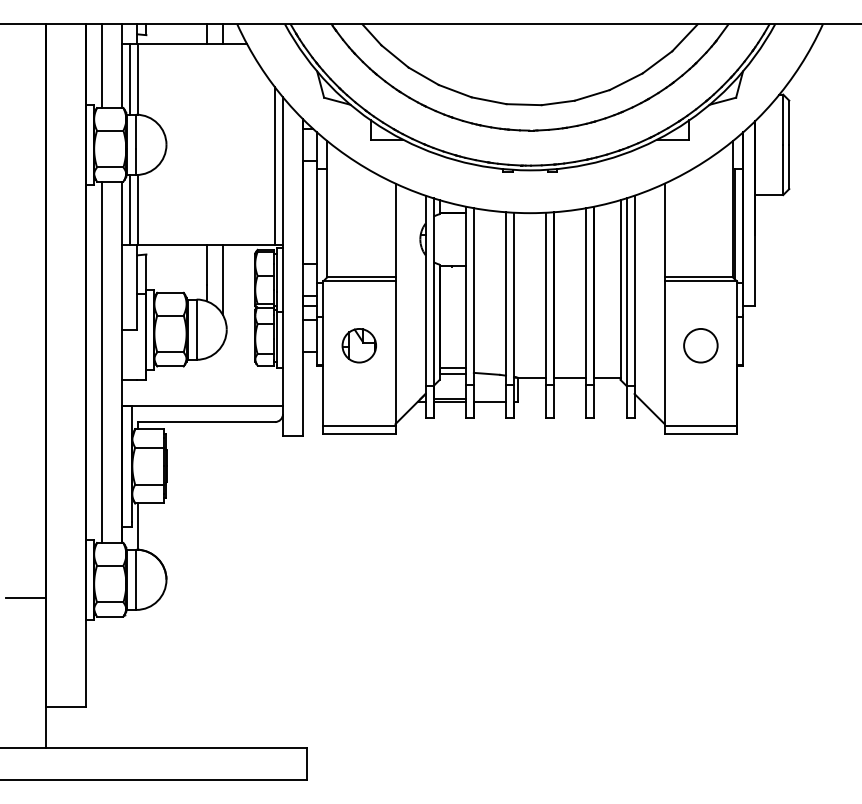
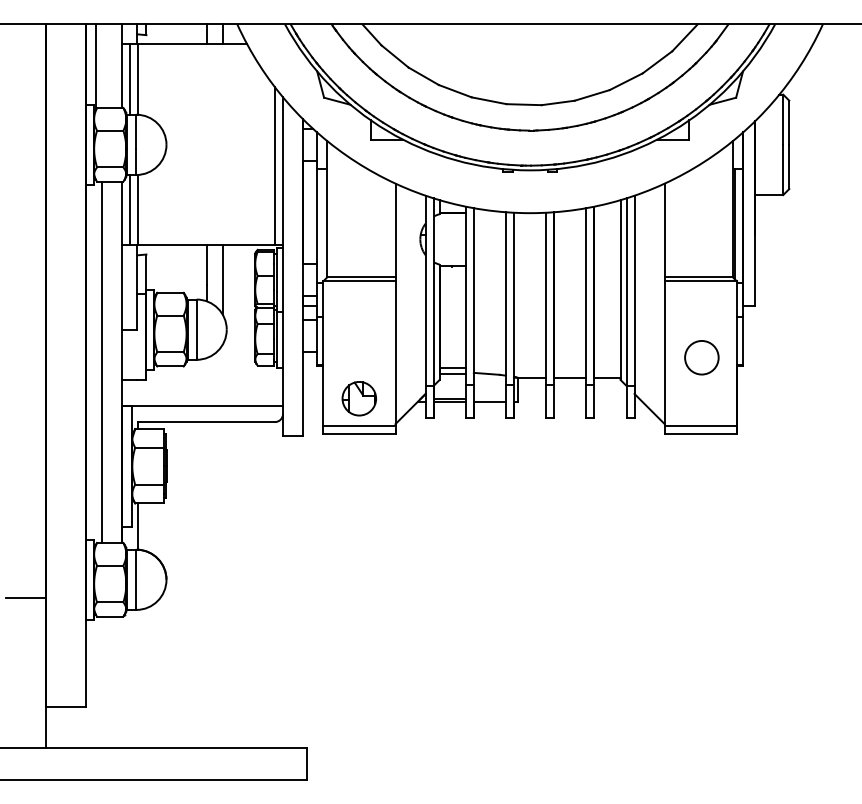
line at (102, 66) position: (102, 66) -> (96, 66)
part at (358, 345) position: (358, 345) -> (358, 398)
circle at (700, 345) position: (700, 345) -> (701, 357)
